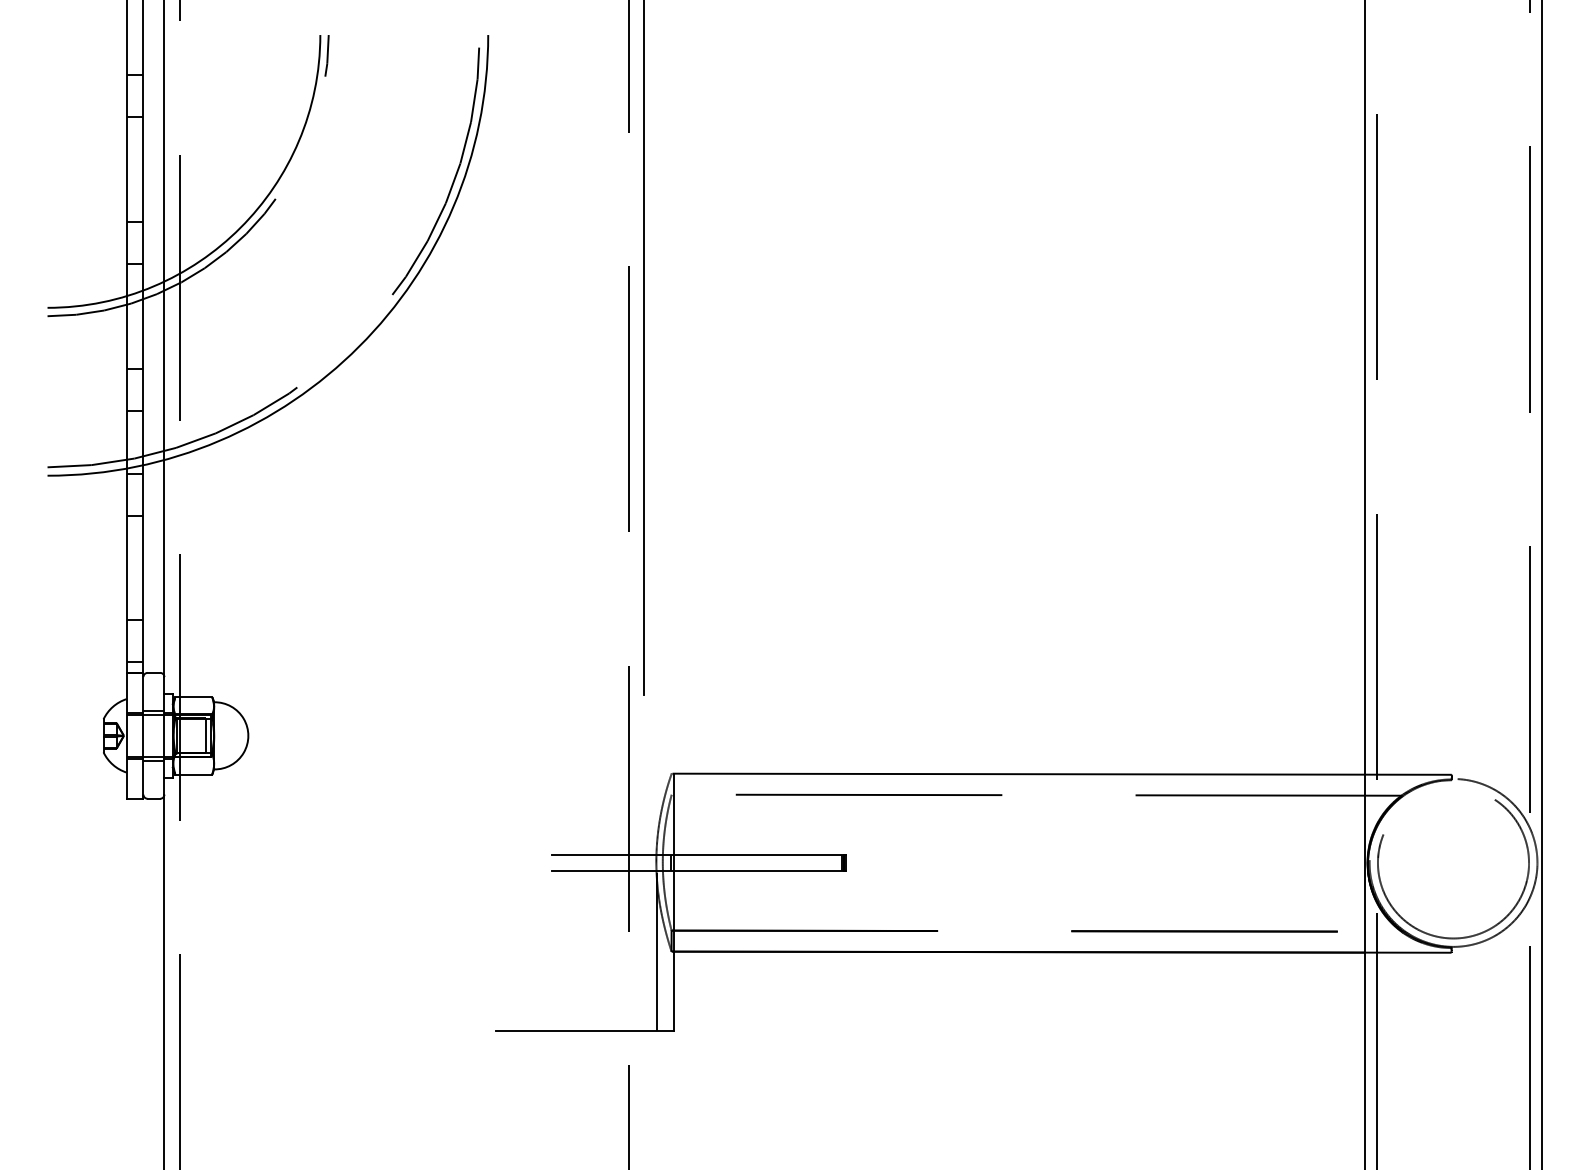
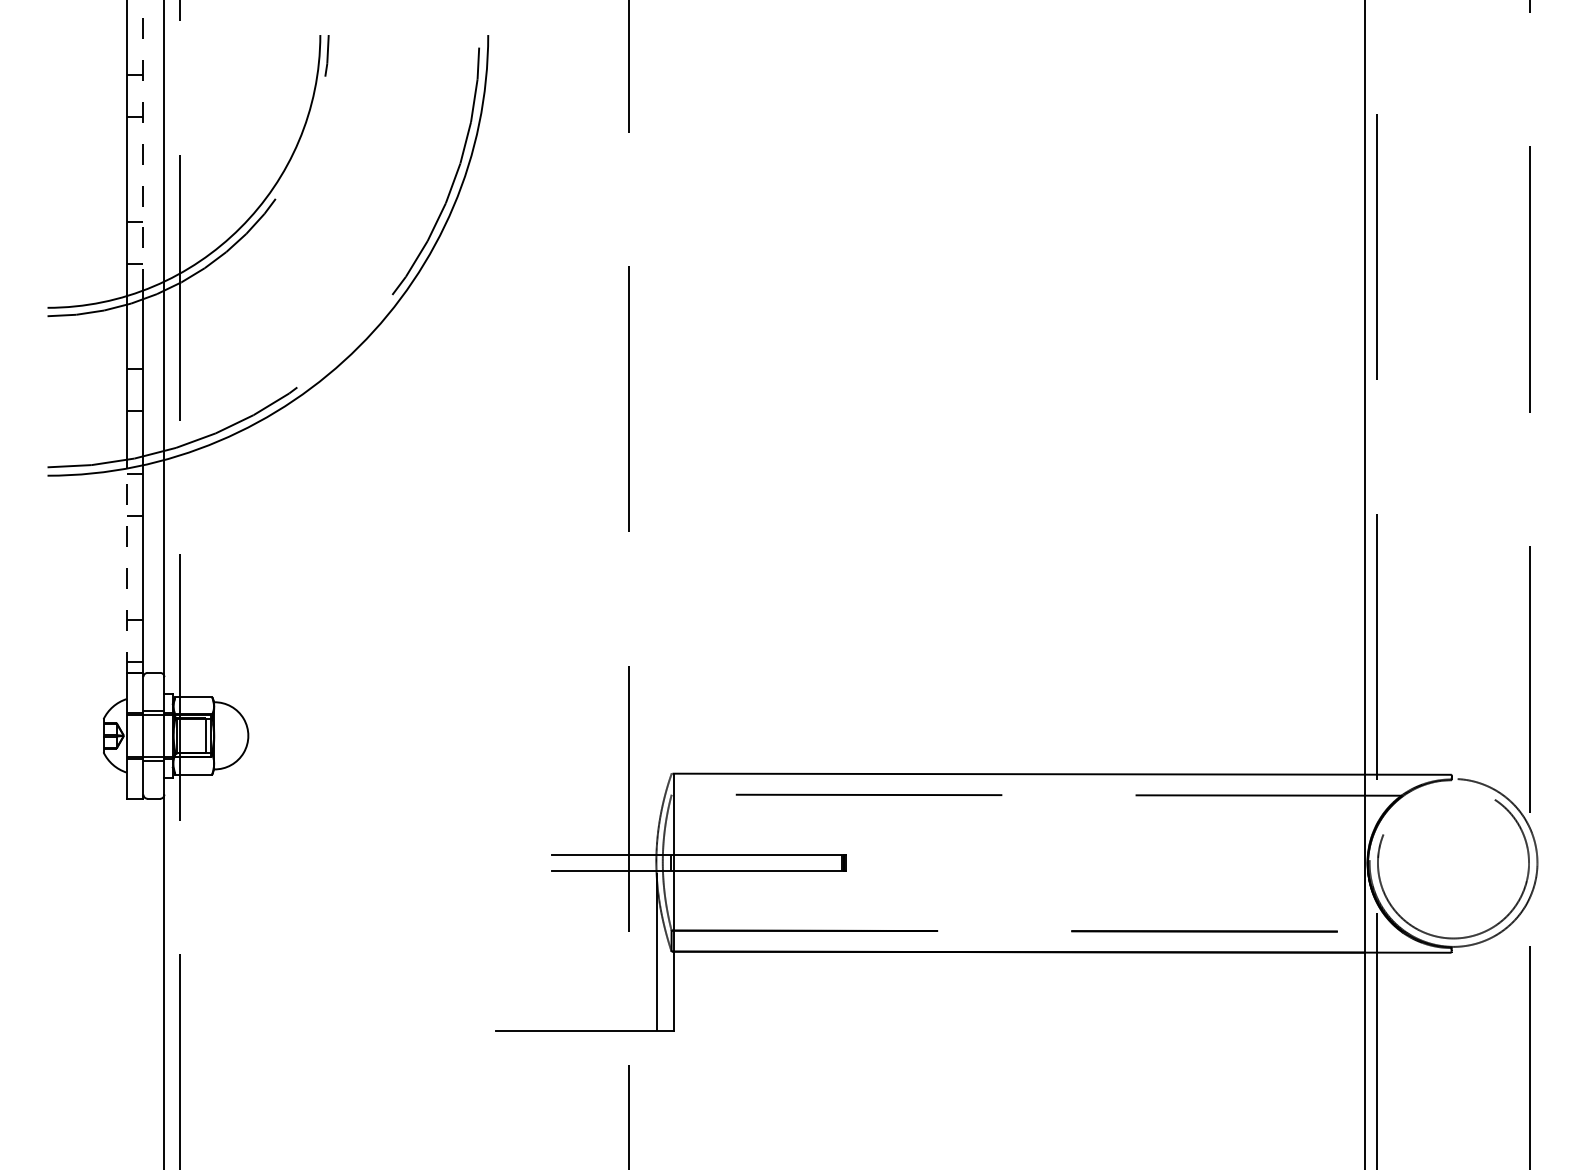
line at (143, 145): solid -> dashed
line at (644, 348): present -> none
line at (126, 570): solid -> dashed
line at (1542, 584): present -> none
